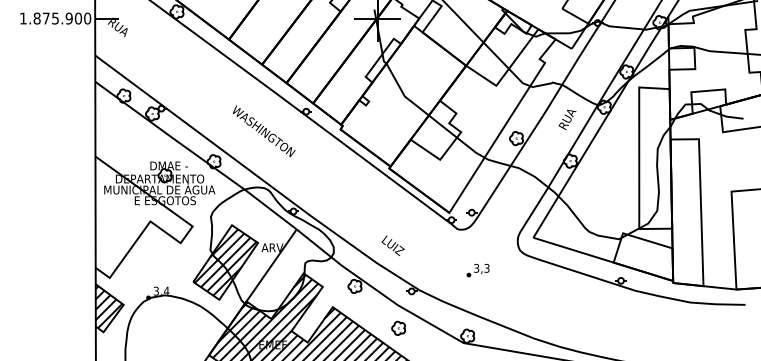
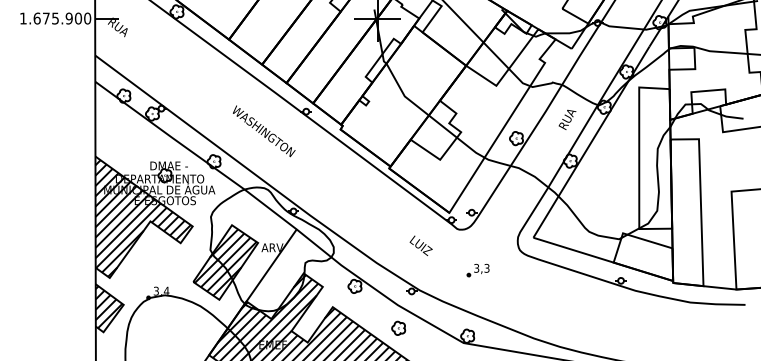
text at (36, 18): 1.875.900 -> 1.675.900
hatch at (142, 218): none -> present
text at (392, 245) position: (392, 245) -> (420, 245)
